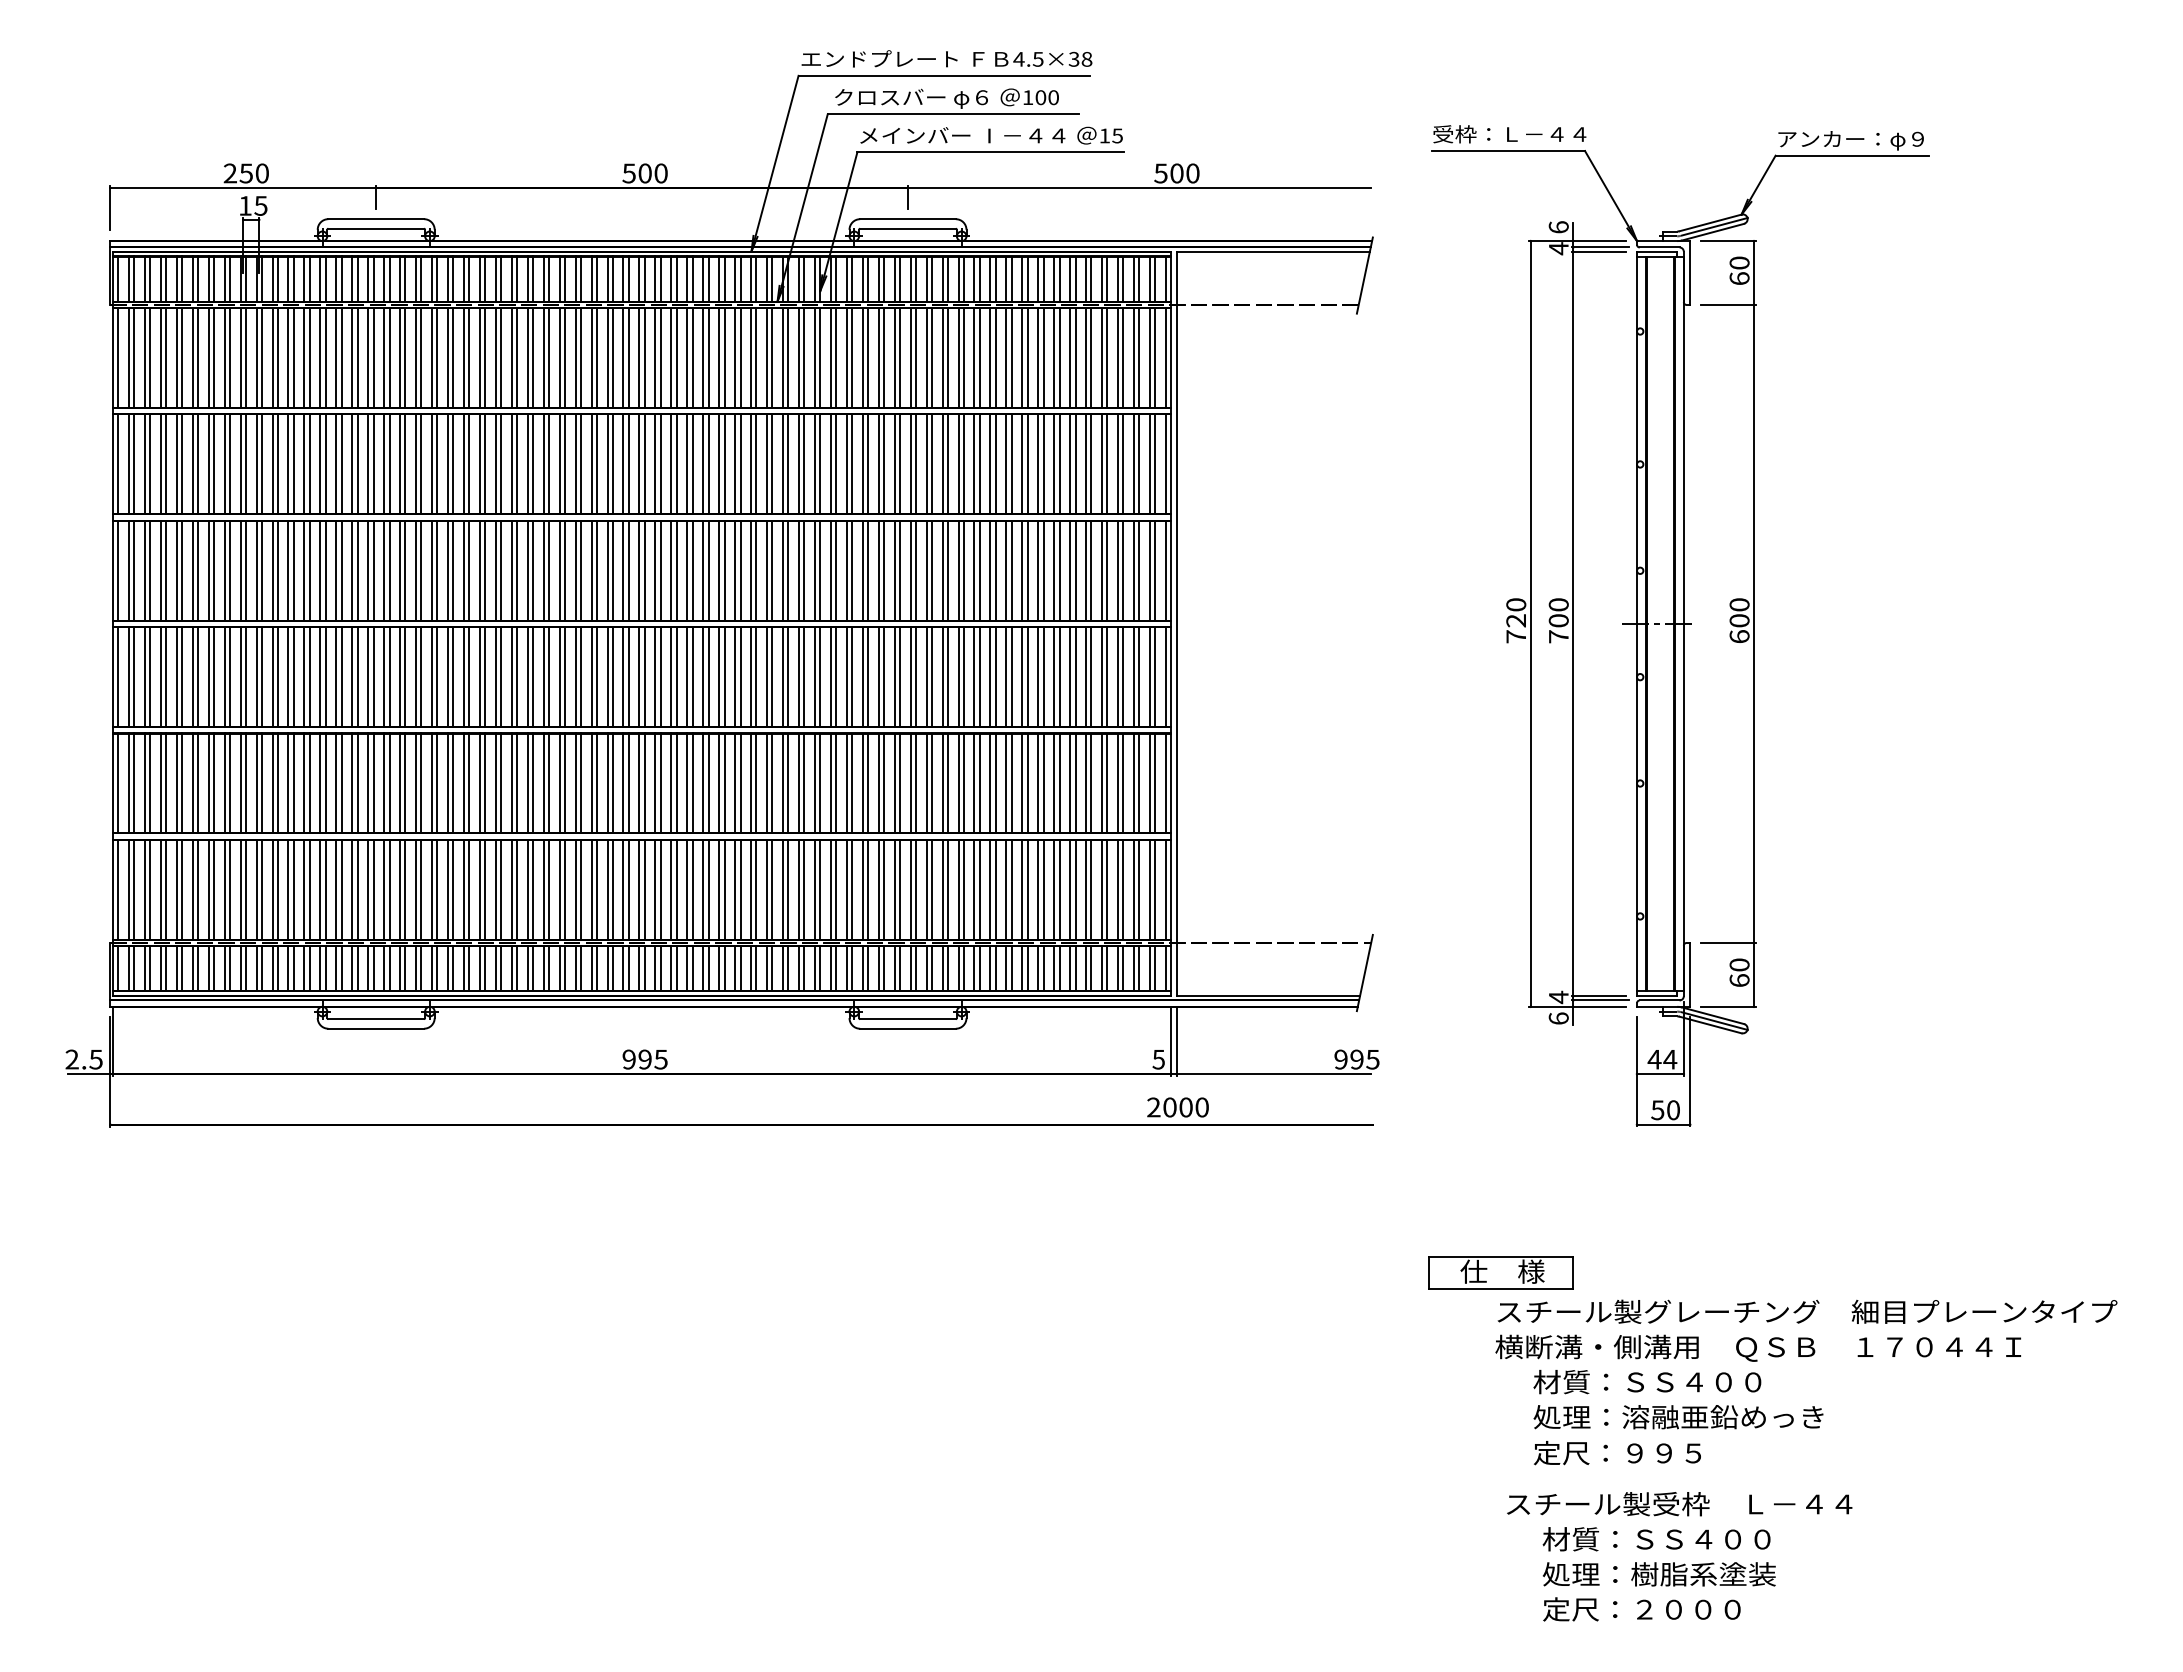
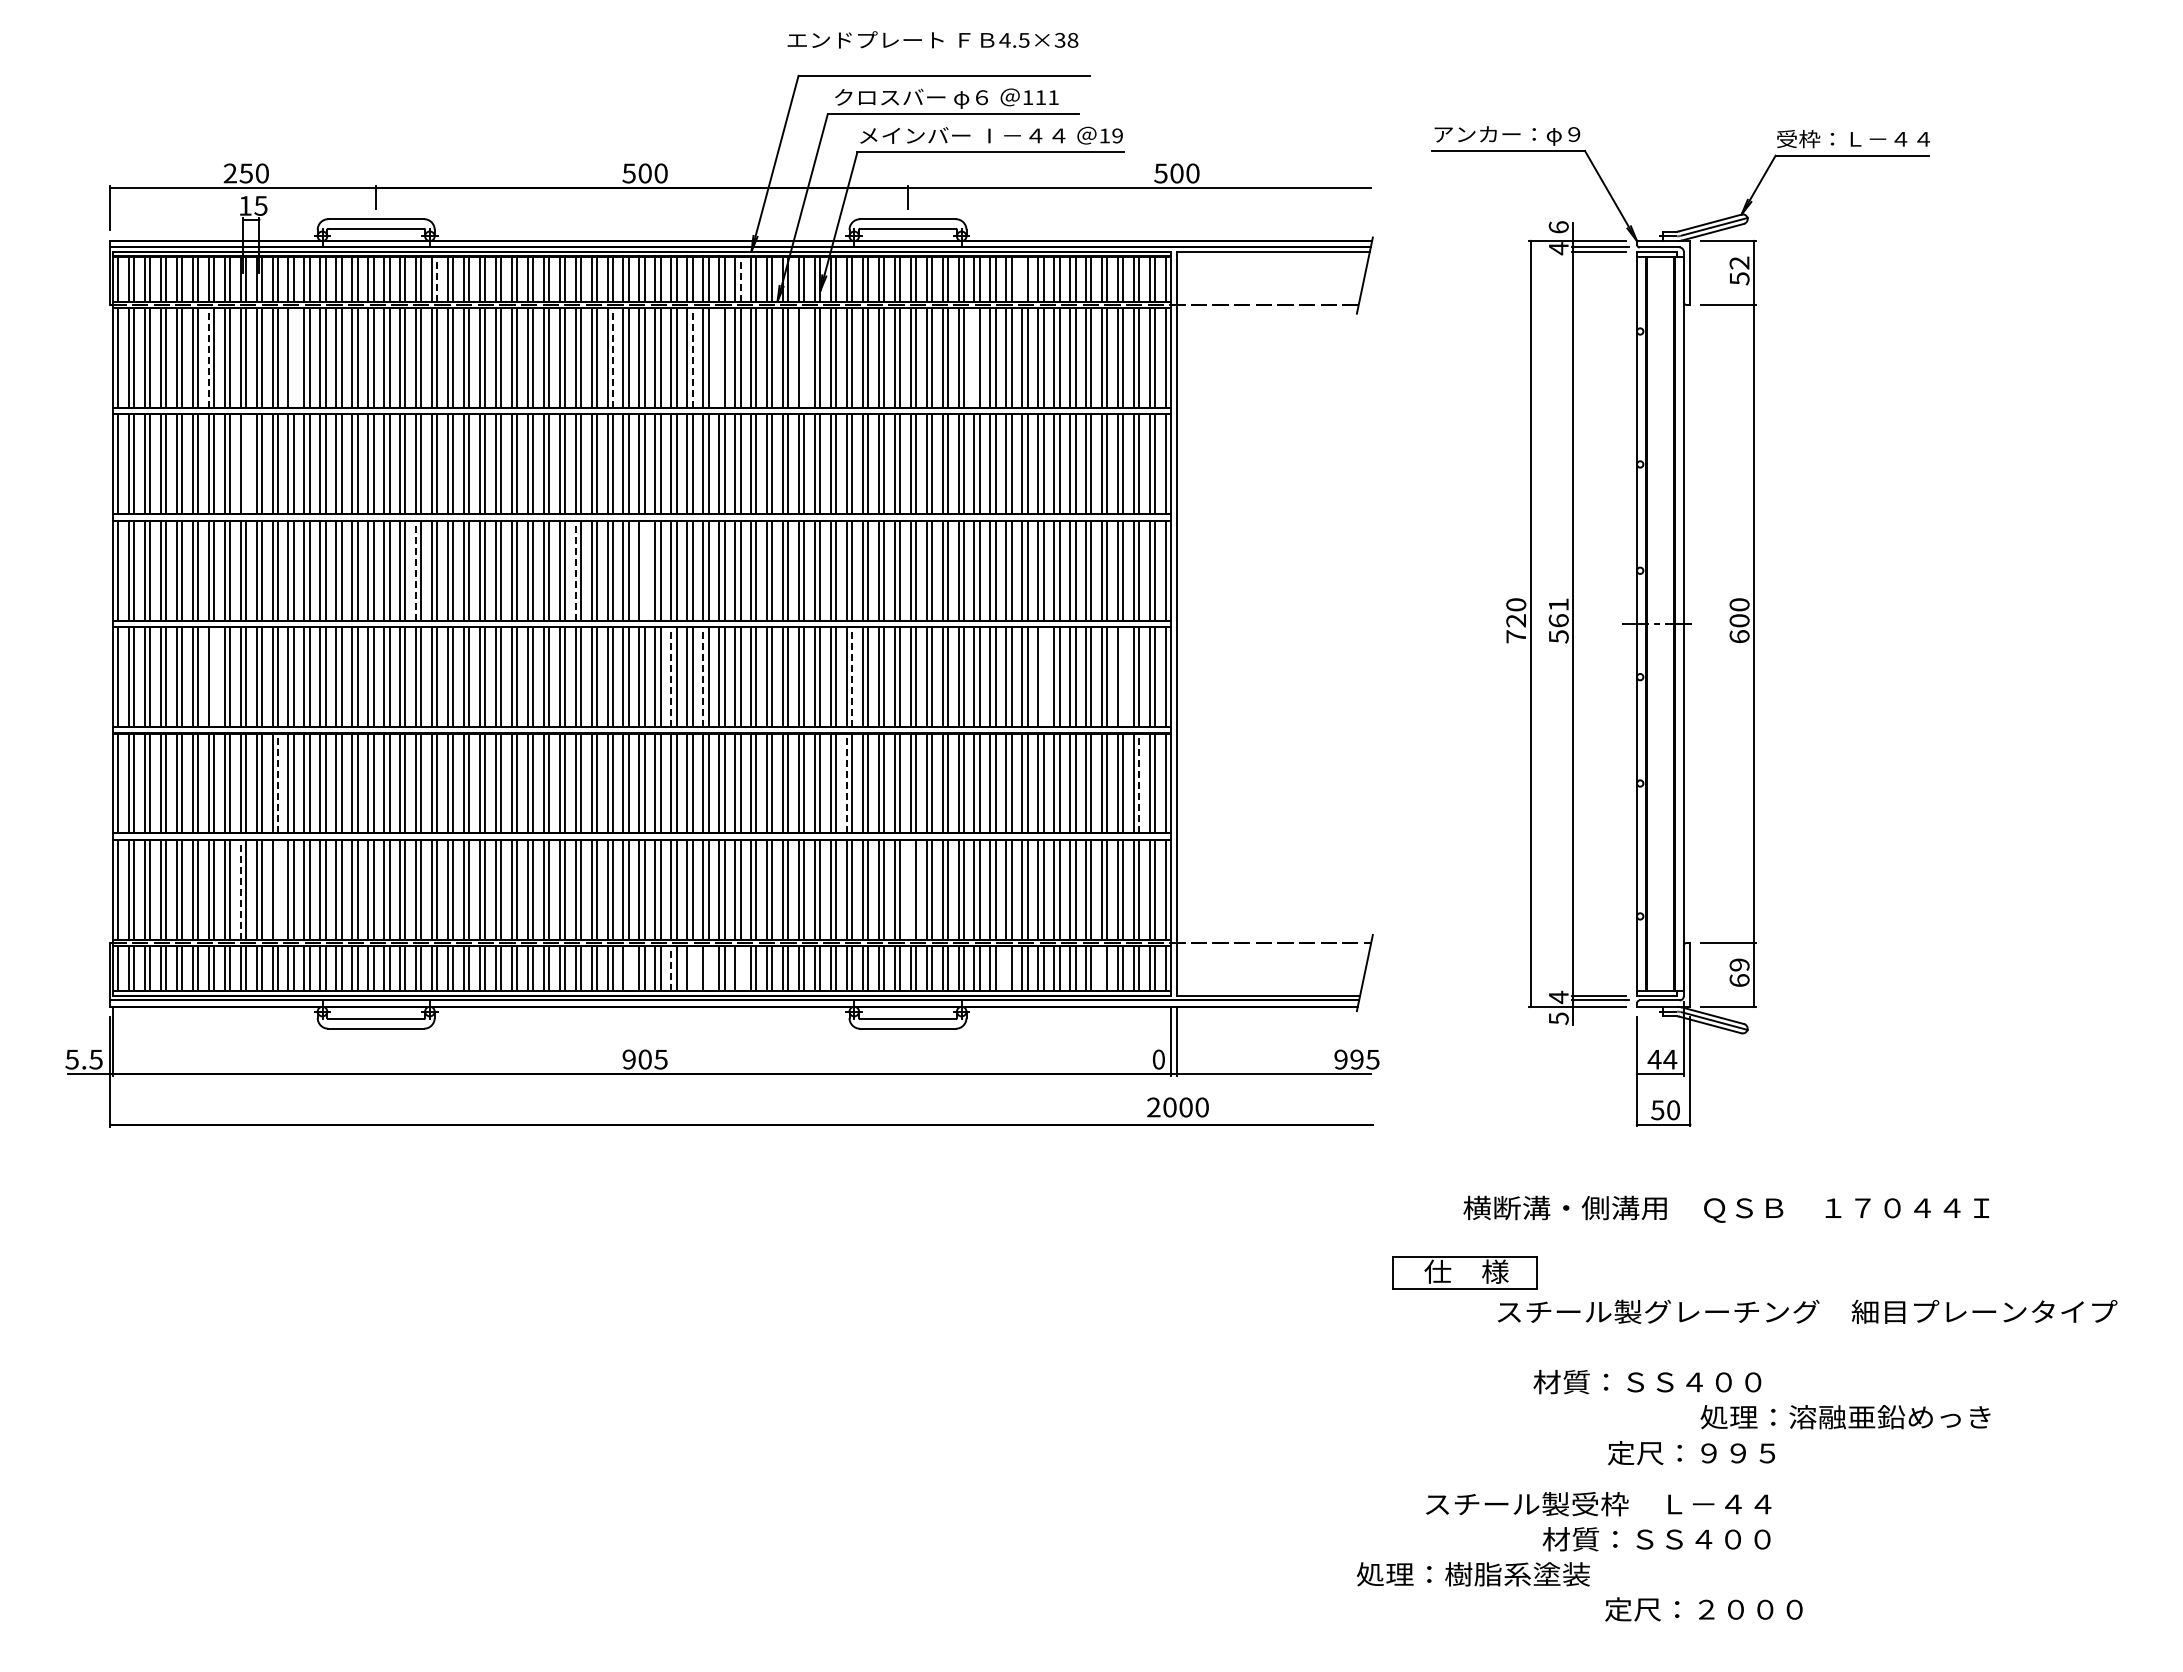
text at (946, 58) position: (946, 58) -> (932, 39)
text at (1046, 97): 100 -> 111
text at (1117, 135): 15 -> 19
text at (1509, 135): 受枠：Ｌ－４４ -> アンカー：φ９
text at (1853, 140): アンカー：φ９ -> 受枠：Ｌ－４４
text at (1739, 270): 60 -> 52
line at (1022, 278): present -> none
line at (437, 279): solid -> dashed
line at (740, 279): solid -> dashed
line at (208, 358): solid -> dashed
line at (293, 358): present -> none
line at (612, 358): solid -> dashed
line at (692, 358): solid -> dashed
line at (719, 358): present -> none
line at (804, 358): present -> none
line at (974, 358): present -> none
line at (245, 464): present -> none
line at (416, 570): solid -> dashed
line at (575, 570): solid -> dashed
line at (644, 570): present -> none
text at (1558, 620): 700 -> 561
line at (214, 677): present -> none
line at (671, 677): solid -> dashed
line at (703, 677): solid -> dashed
line at (852, 677): solid -> dashed
line at (1043, 677): present -> none
line at (1123, 677): present -> none
line at (277, 783): solid -> dashed
line at (846, 783): solid -> dashed
line at (1139, 783): solid -> dashed
line at (240, 889): solid -> dashed
line at (277, 889): present -> none
line at (910, 889): present -> none
text at (1739, 964): 60 -> 69
line at (628, 968): present -> none
line at (671, 968): solid -> dashed
line at (692, 968): present -> none
line at (708, 968): present -> none
line at (740, 968): present -> none
line at (1006, 968): present -> none
line at (1102, 968): present -> none
text at (1558, 1018): 6 -> 5
text at (71, 1059): 2.5 -> 5.5
text at (644, 1059): 995 -> 905
text at (1158, 1059): 5 -> 0
part at (1500, 1272) position: (1500, 1272) -> (1464, 1272)
text at (1757, 1347) position: (1757, 1347) -> (1725, 1208)
text at (1678, 1417) position: (1678, 1417) -> (1845, 1417)
text at (1617, 1453) position: (1617, 1453) -> (1691, 1453)
text at (1679, 1504) position: (1679, 1504) -> (1598, 1504)
text at (1658, 1574) position: (1658, 1574) -> (1472, 1574)
text at (1641, 1609) position: (1641, 1609) -> (1703, 1609)
